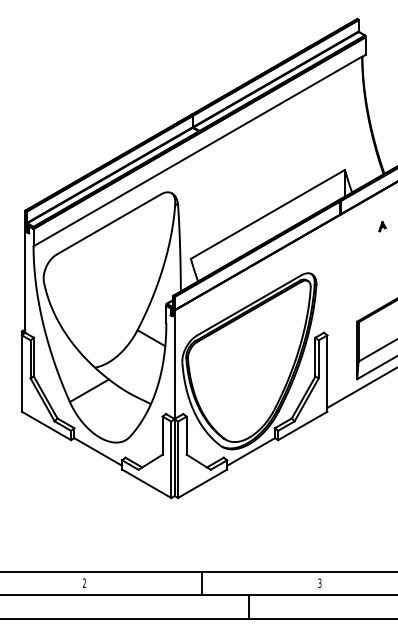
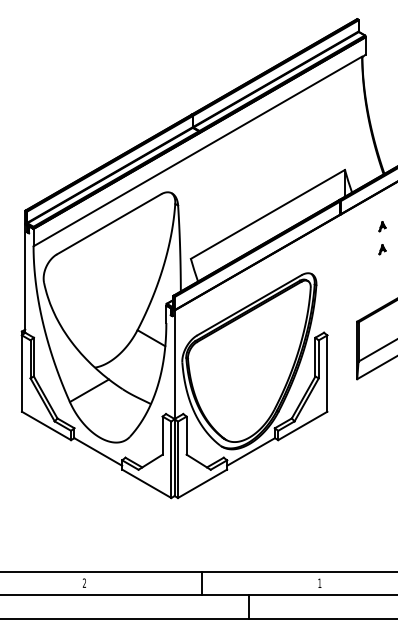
part at (382, 249): none -> present
line at (360, 387): present -> none
text at (319, 583): 3 -> 1
